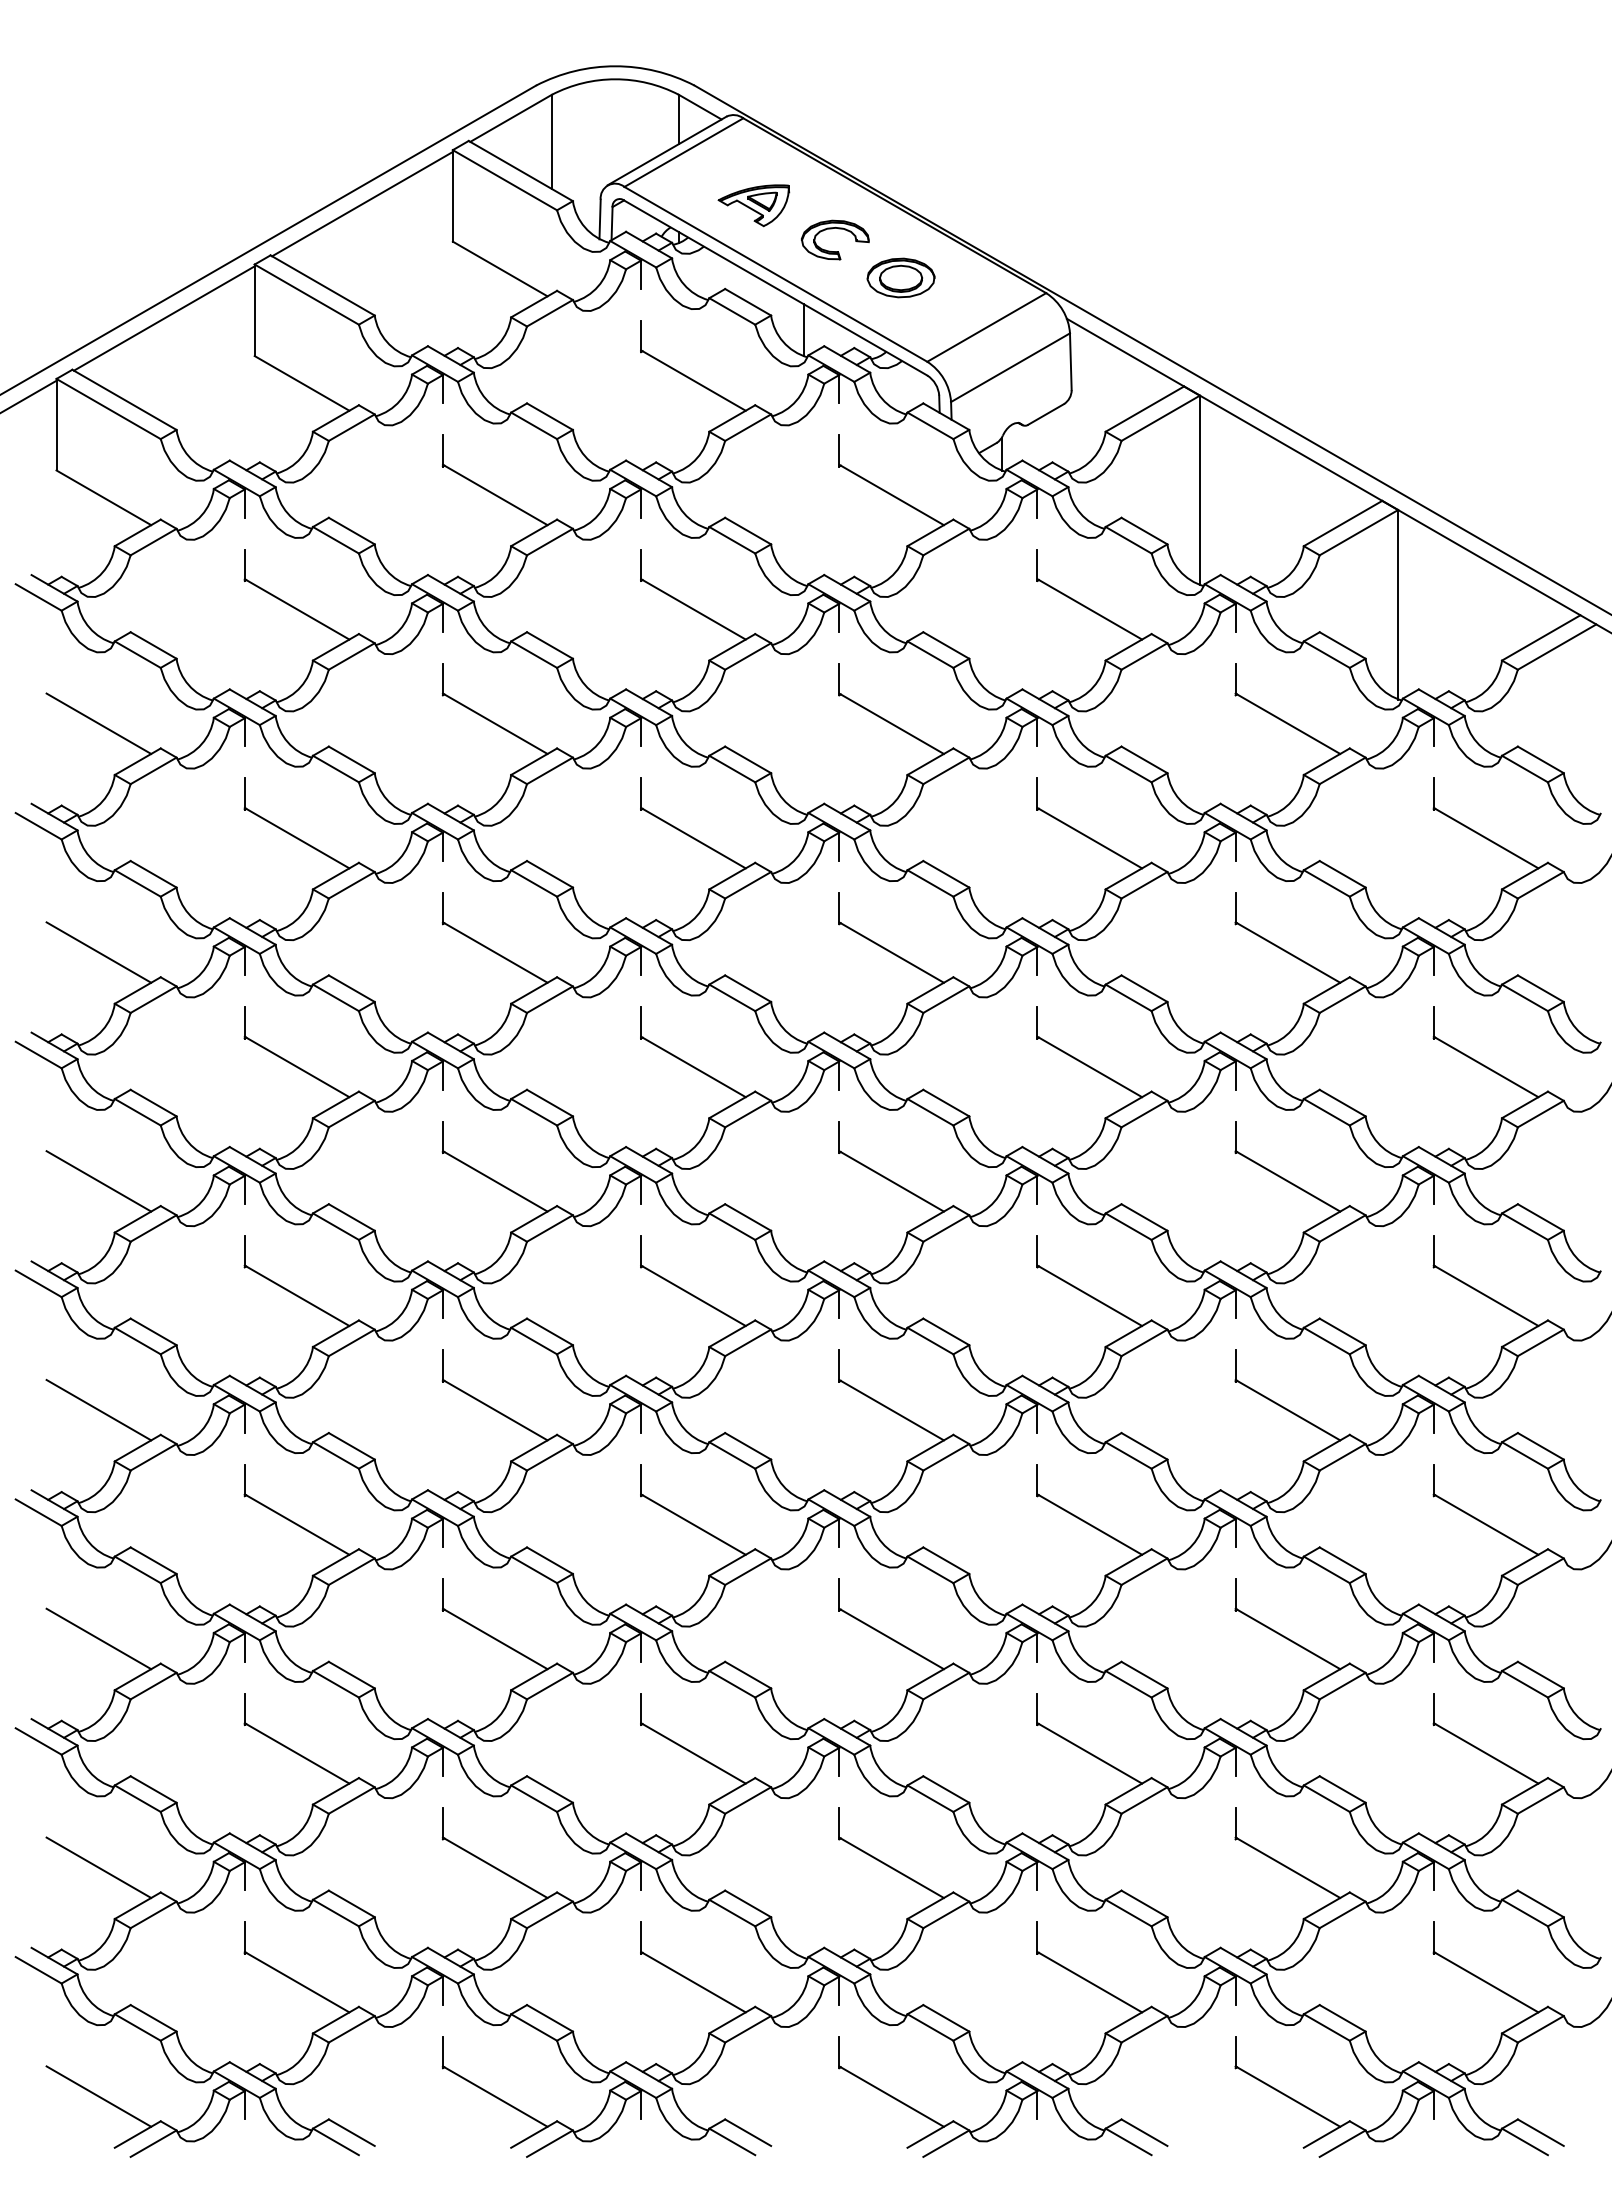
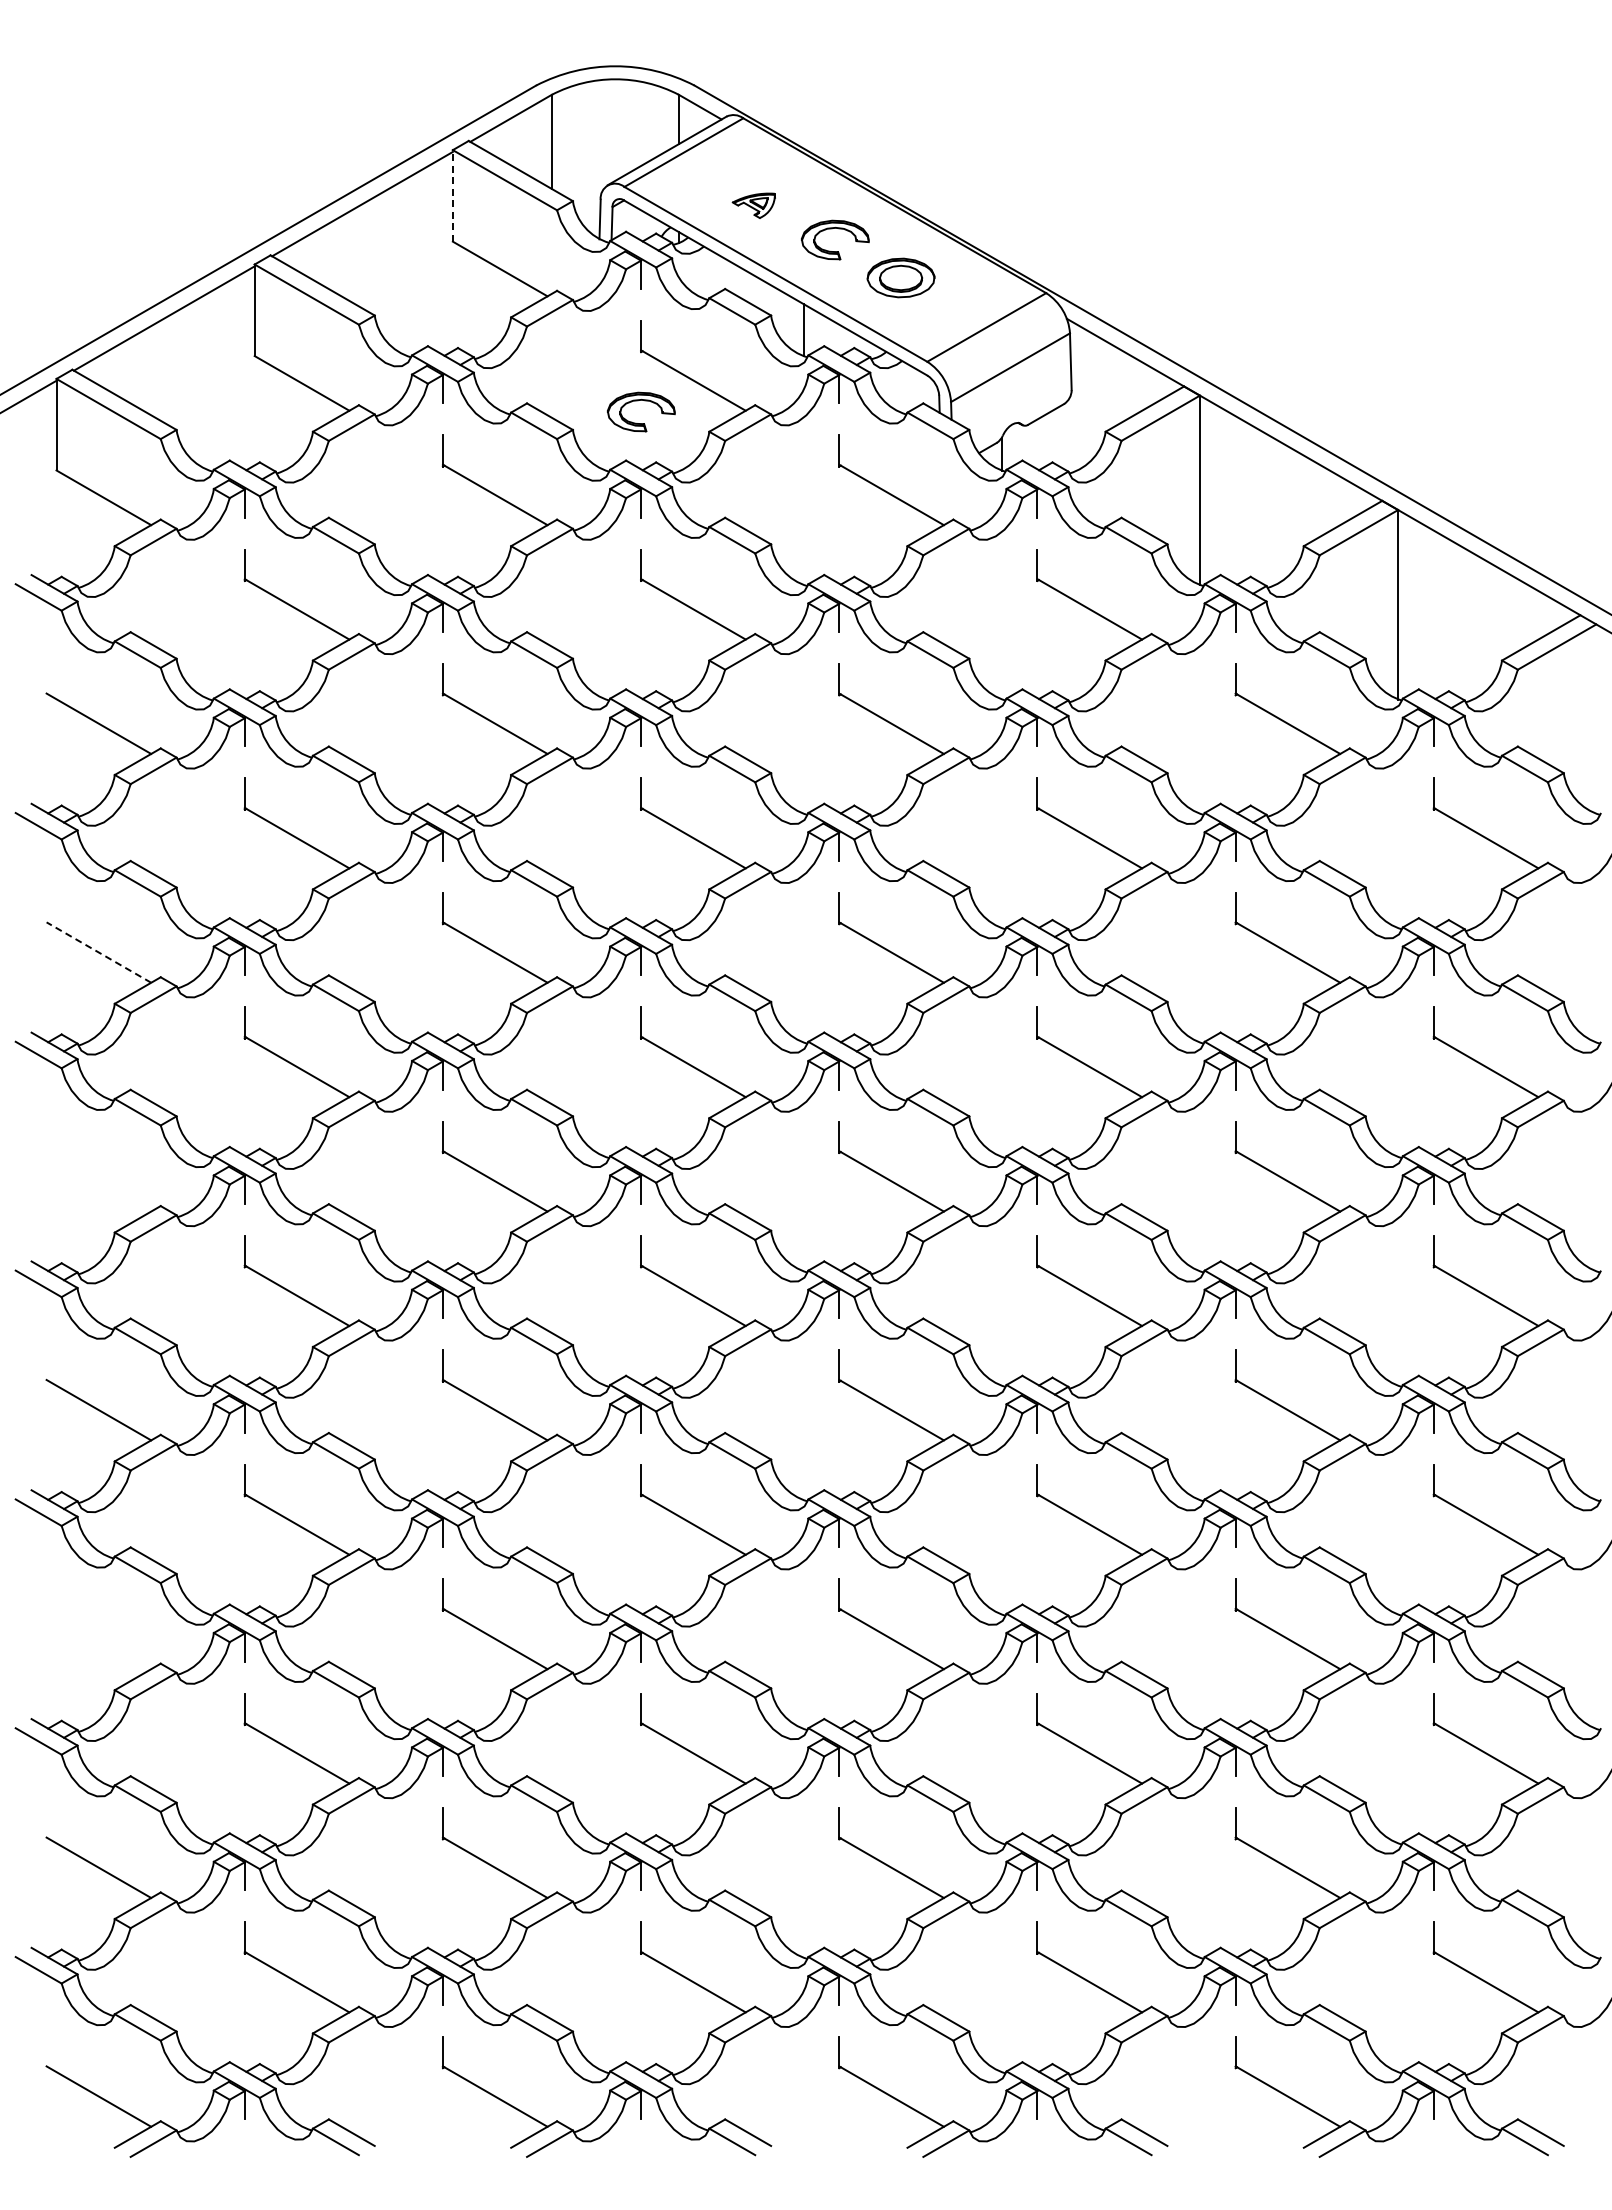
line at (452, 195): solid -> dashed
part at (753, 205) size: 74x44 px -> 45x27 px
part at (638, 401): none -> present
line at (98, 952): solid -> dashed
line at (98, 1181): present -> none
line at (98, 1638): present -> none
